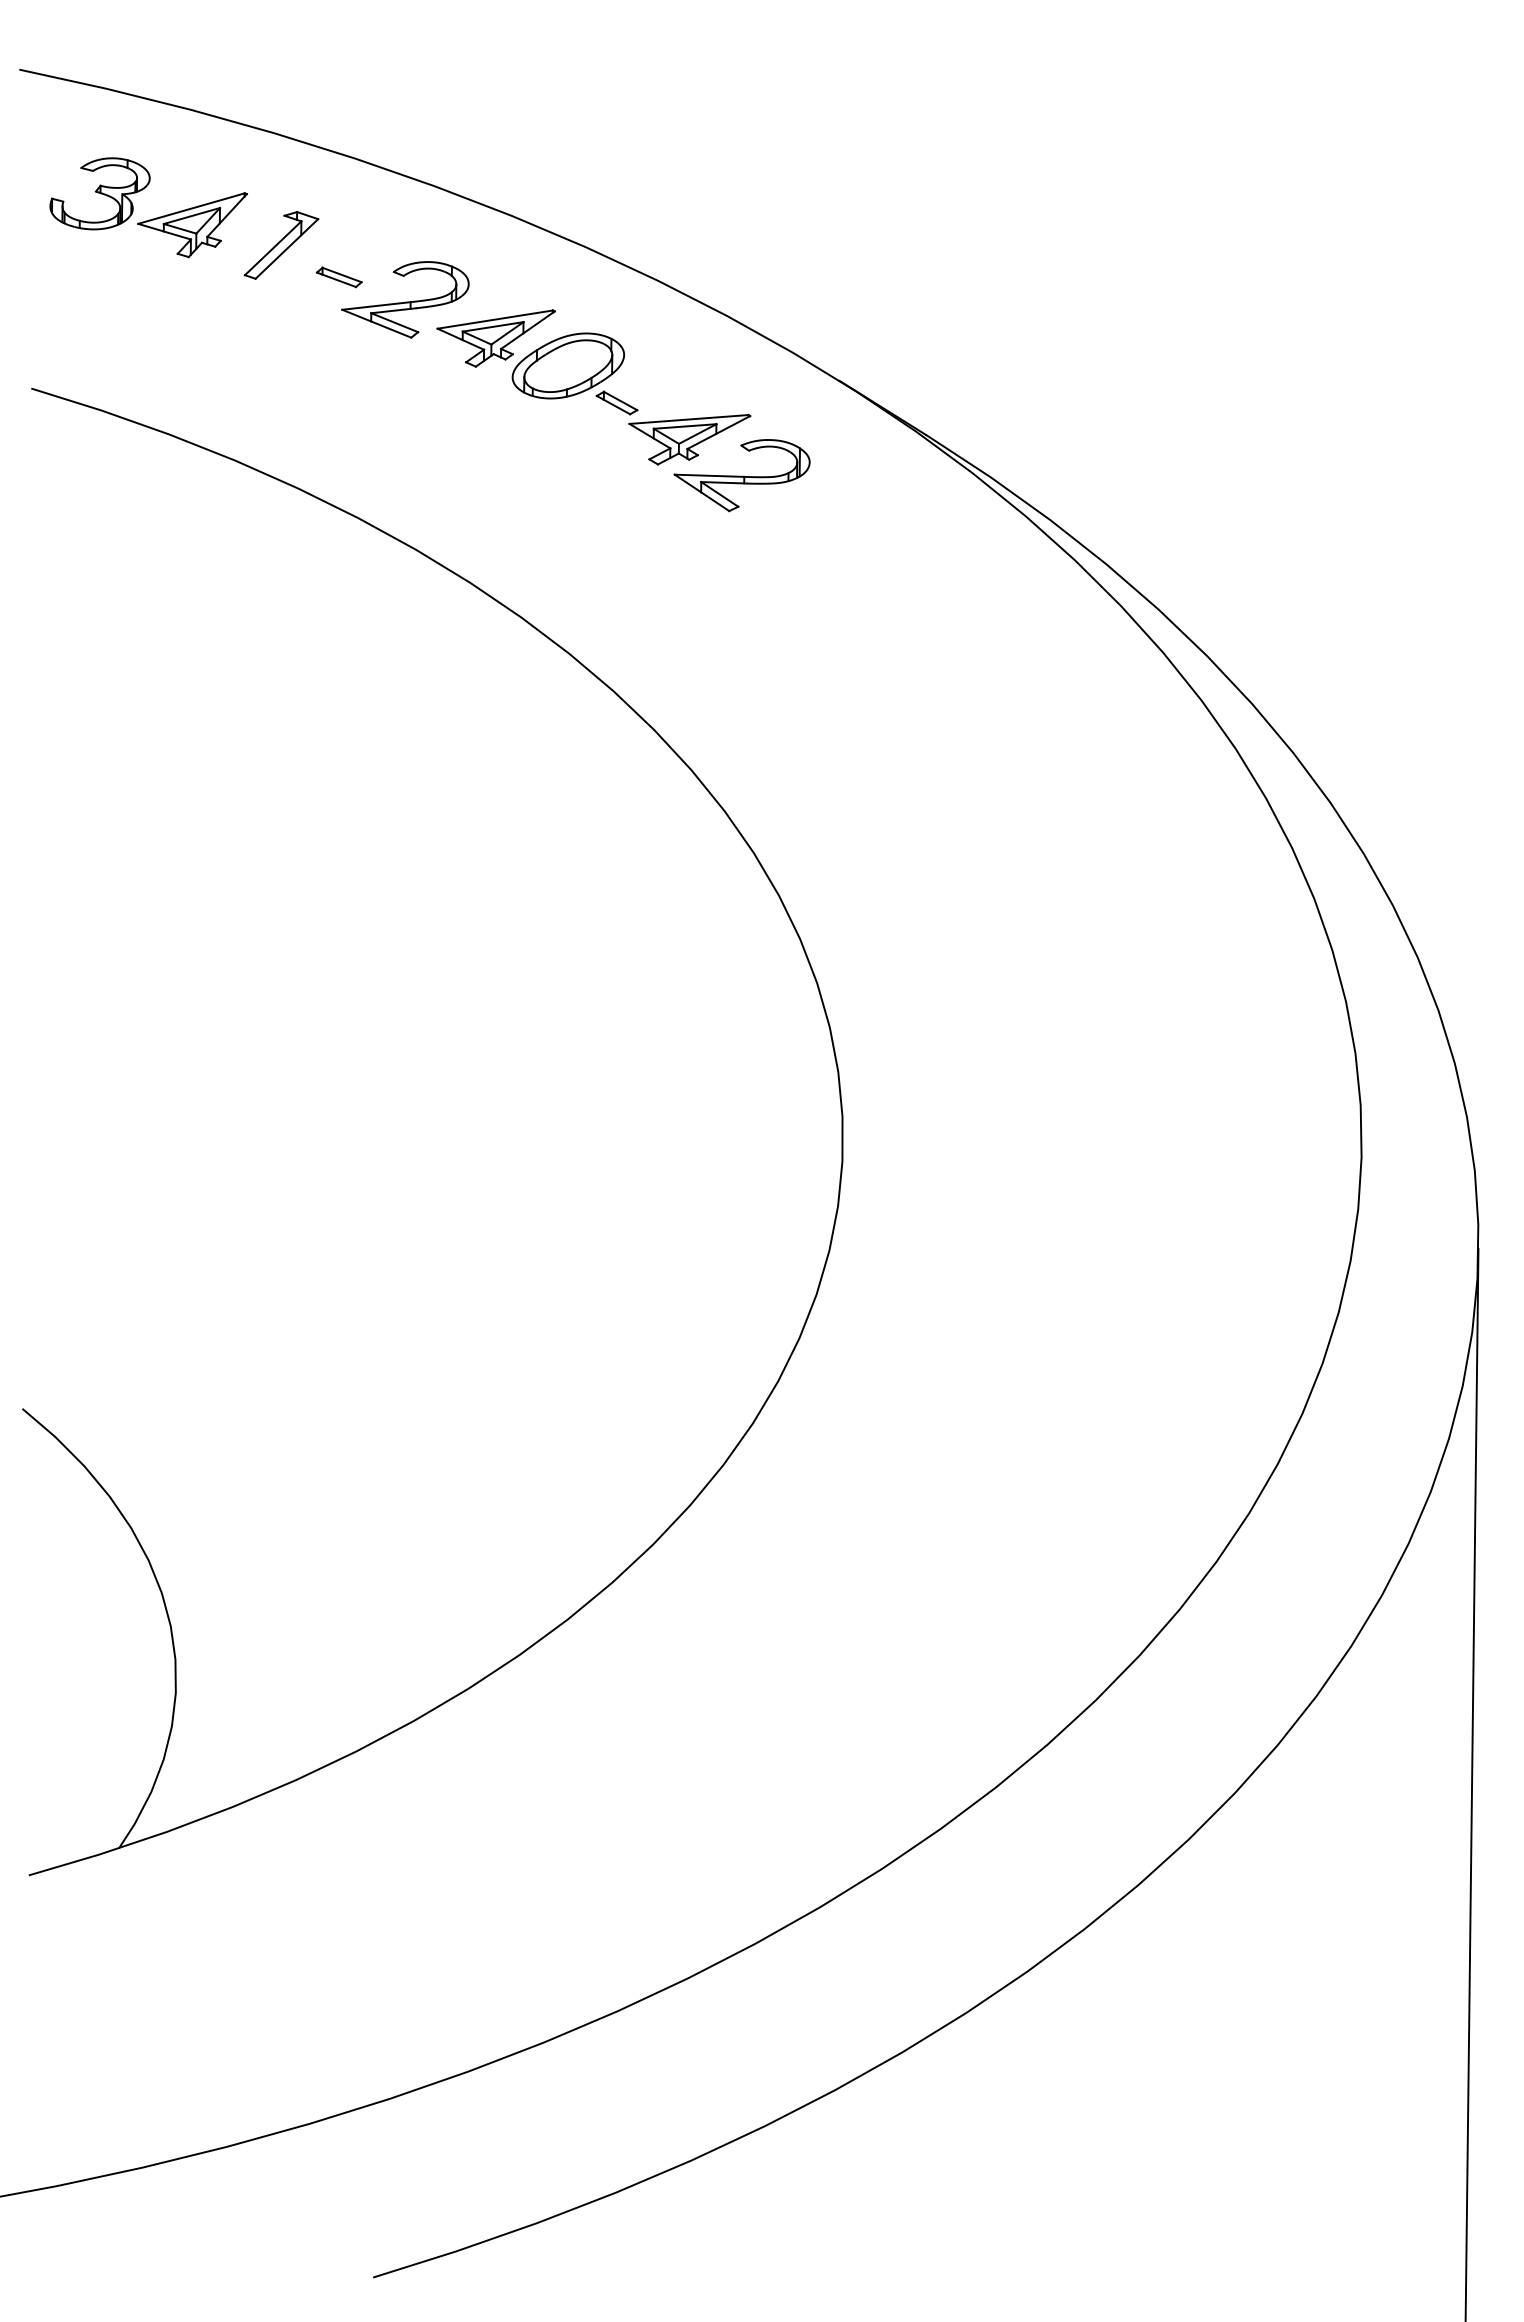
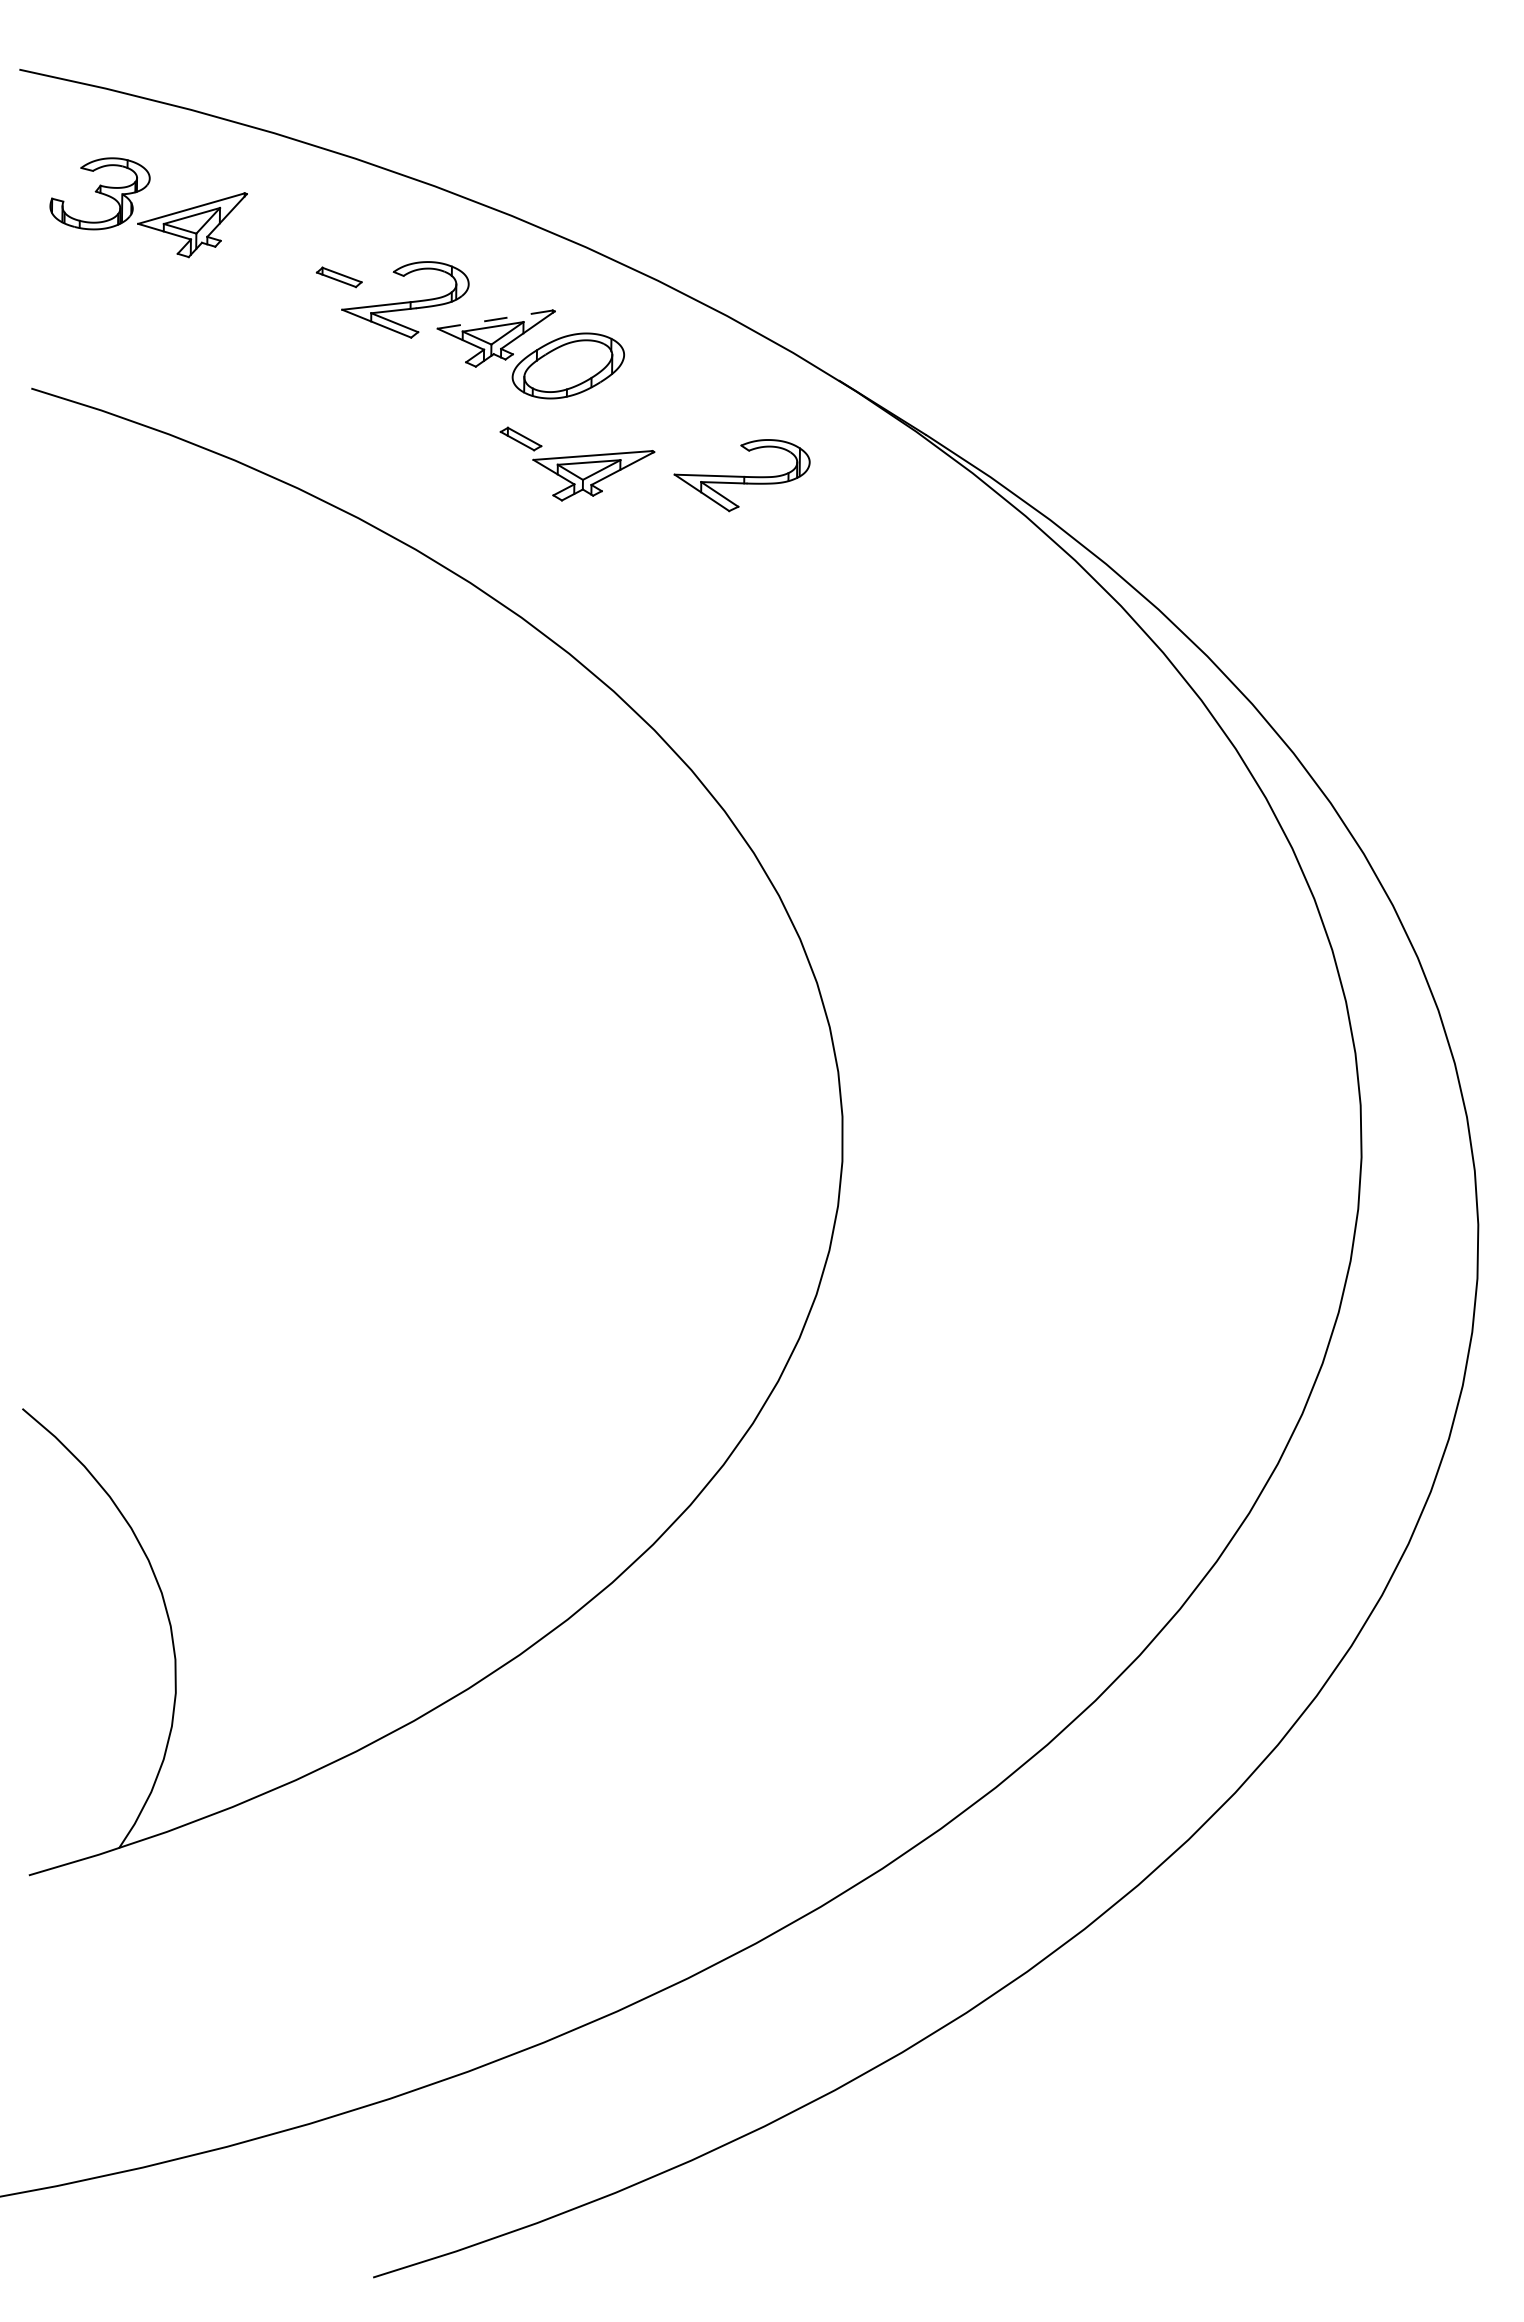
part at (281, 245): present -> none
line at (495, 319): solid -> dashed
part at (673, 427) position: (673, 427) -> (577, 463)
line at (1471, 1783): present -> none
